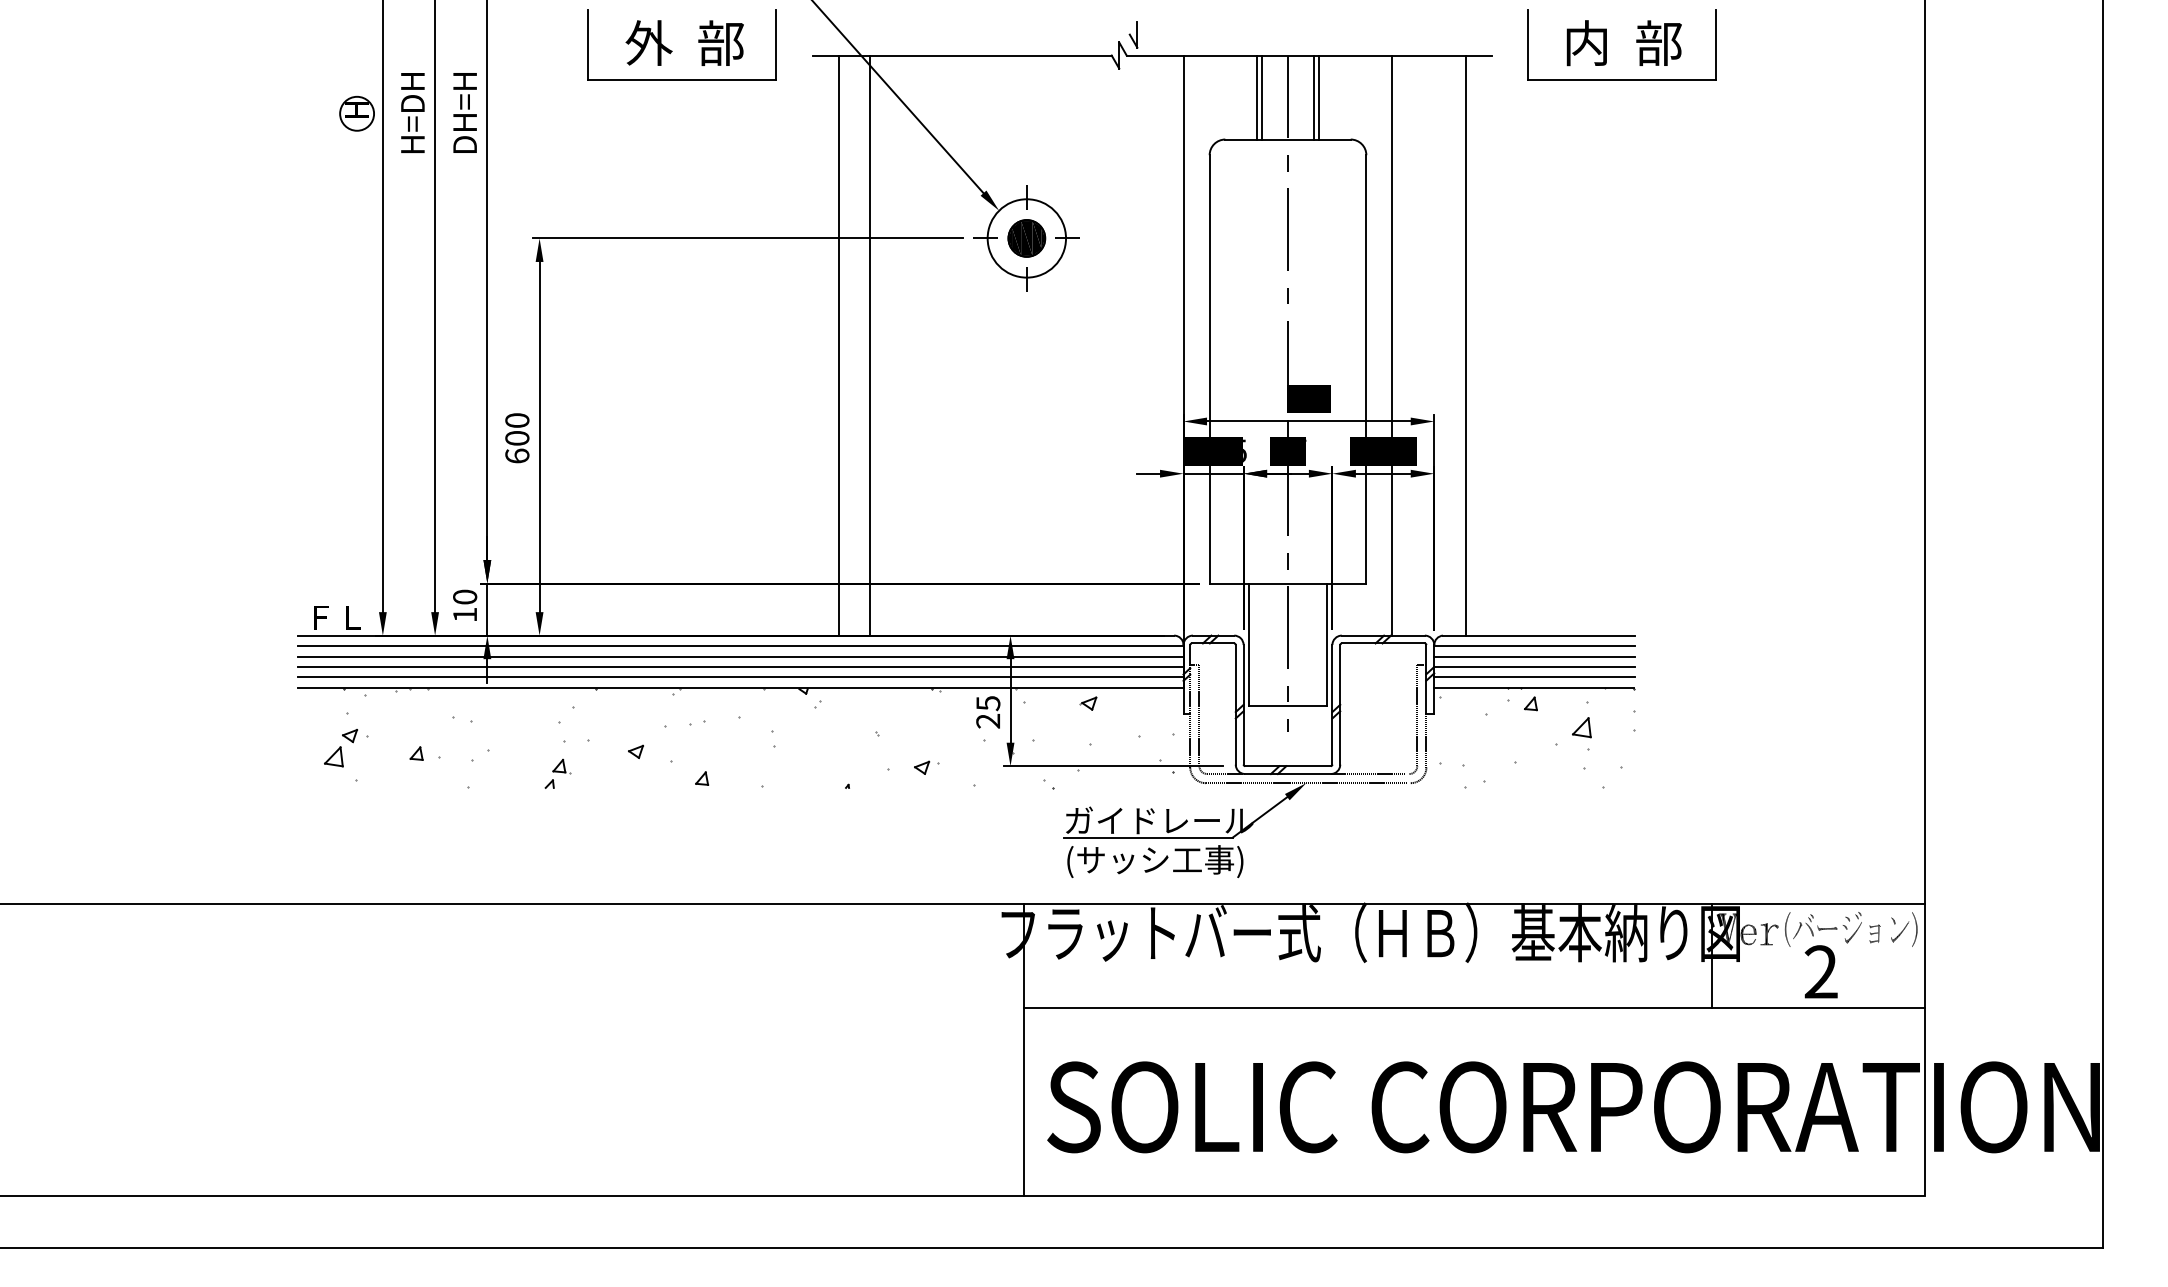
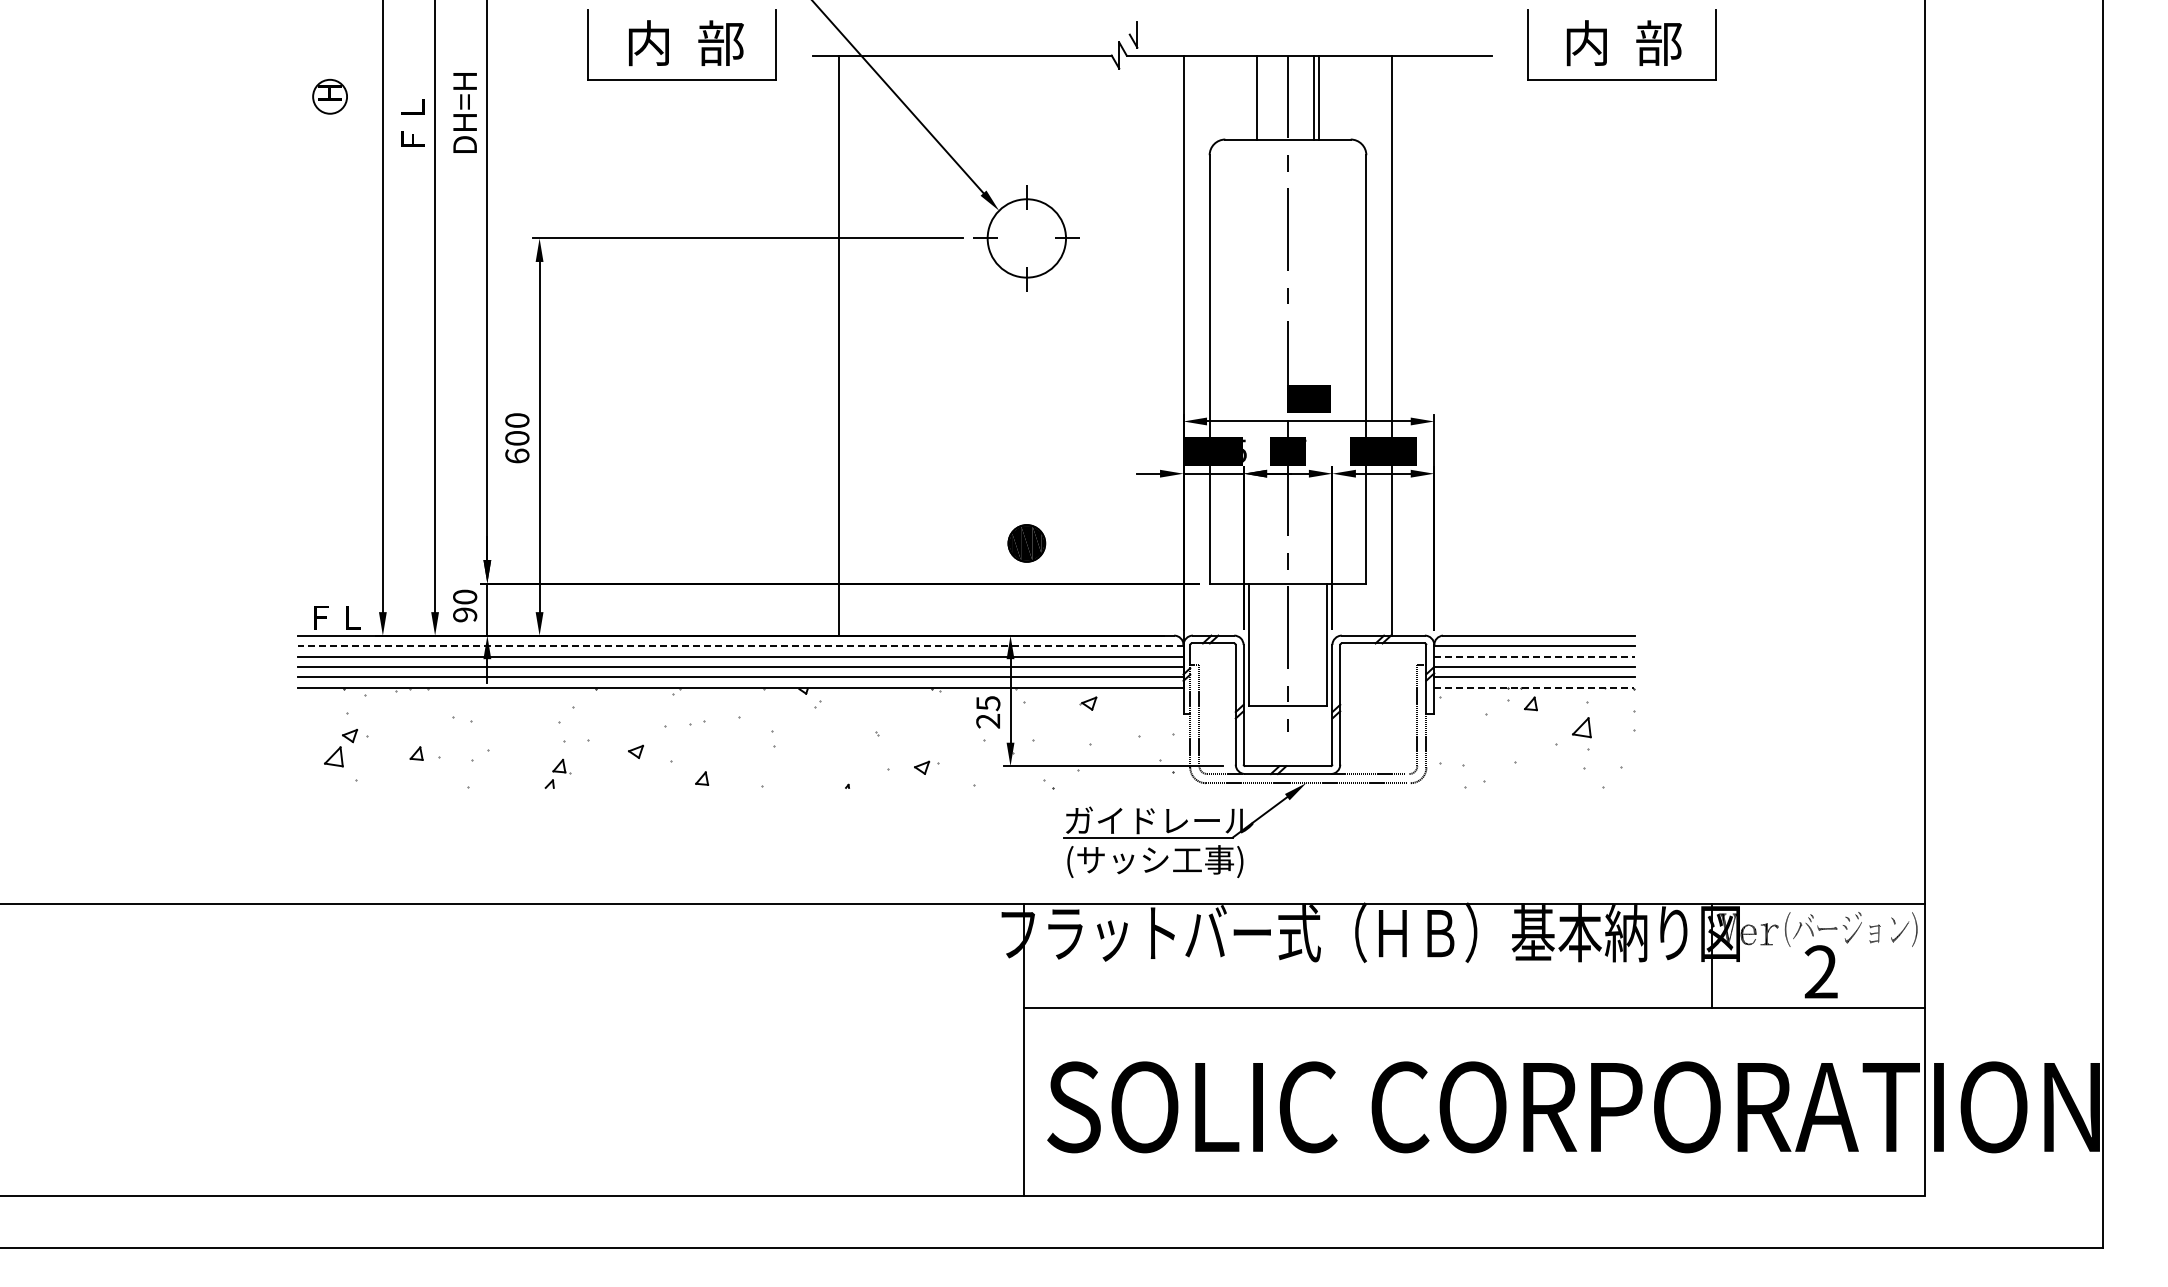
text at (648, 43): 外  部 -> 内  部
line at (1261, 97): present -> none
part at (356, 113) position: (356, 113) -> (329, 96)
text at (412, 113): H=DH -> ＦＬ
part at (1026, 238) position: (1026, 238) -> (1026, 543)
line at (870, 345): present -> none
line at (1465, 345): present -> none
text at (465, 614): 10 -> 90
line at (740, 646): solid -> dashed
line at (1534, 656): solid -> dashed
line at (1534, 687): solid -> dashed
